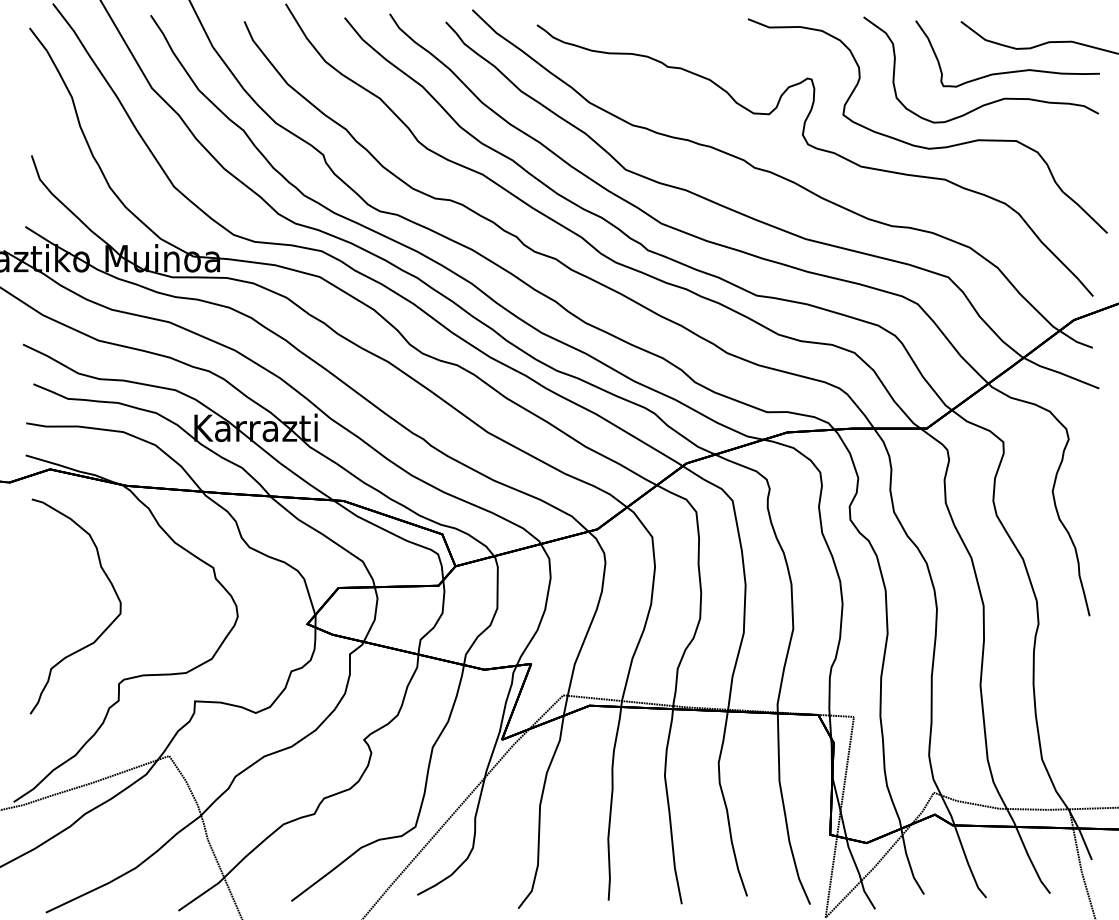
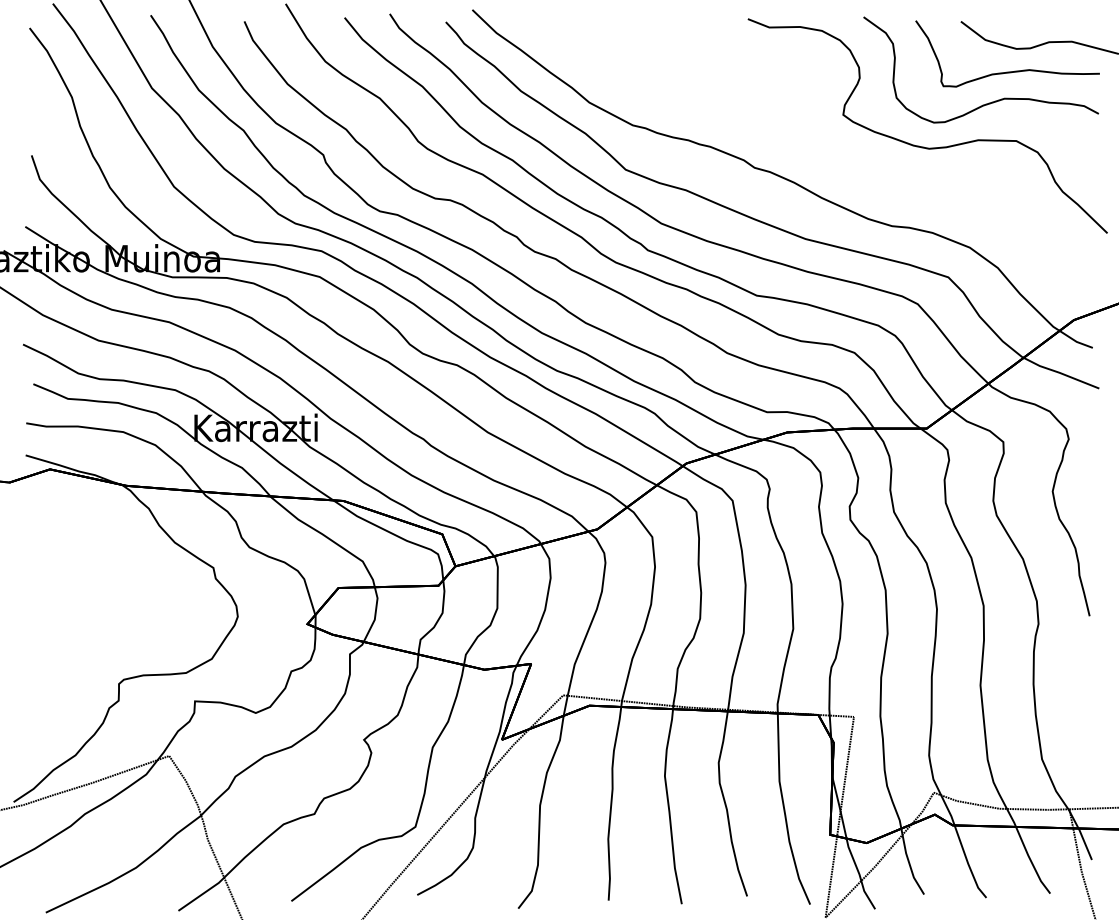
curve at (816, 149): present -> none
curve at (102, 631): present -> none
